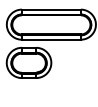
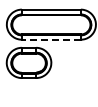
line at (51, 39): solid -> dashed
